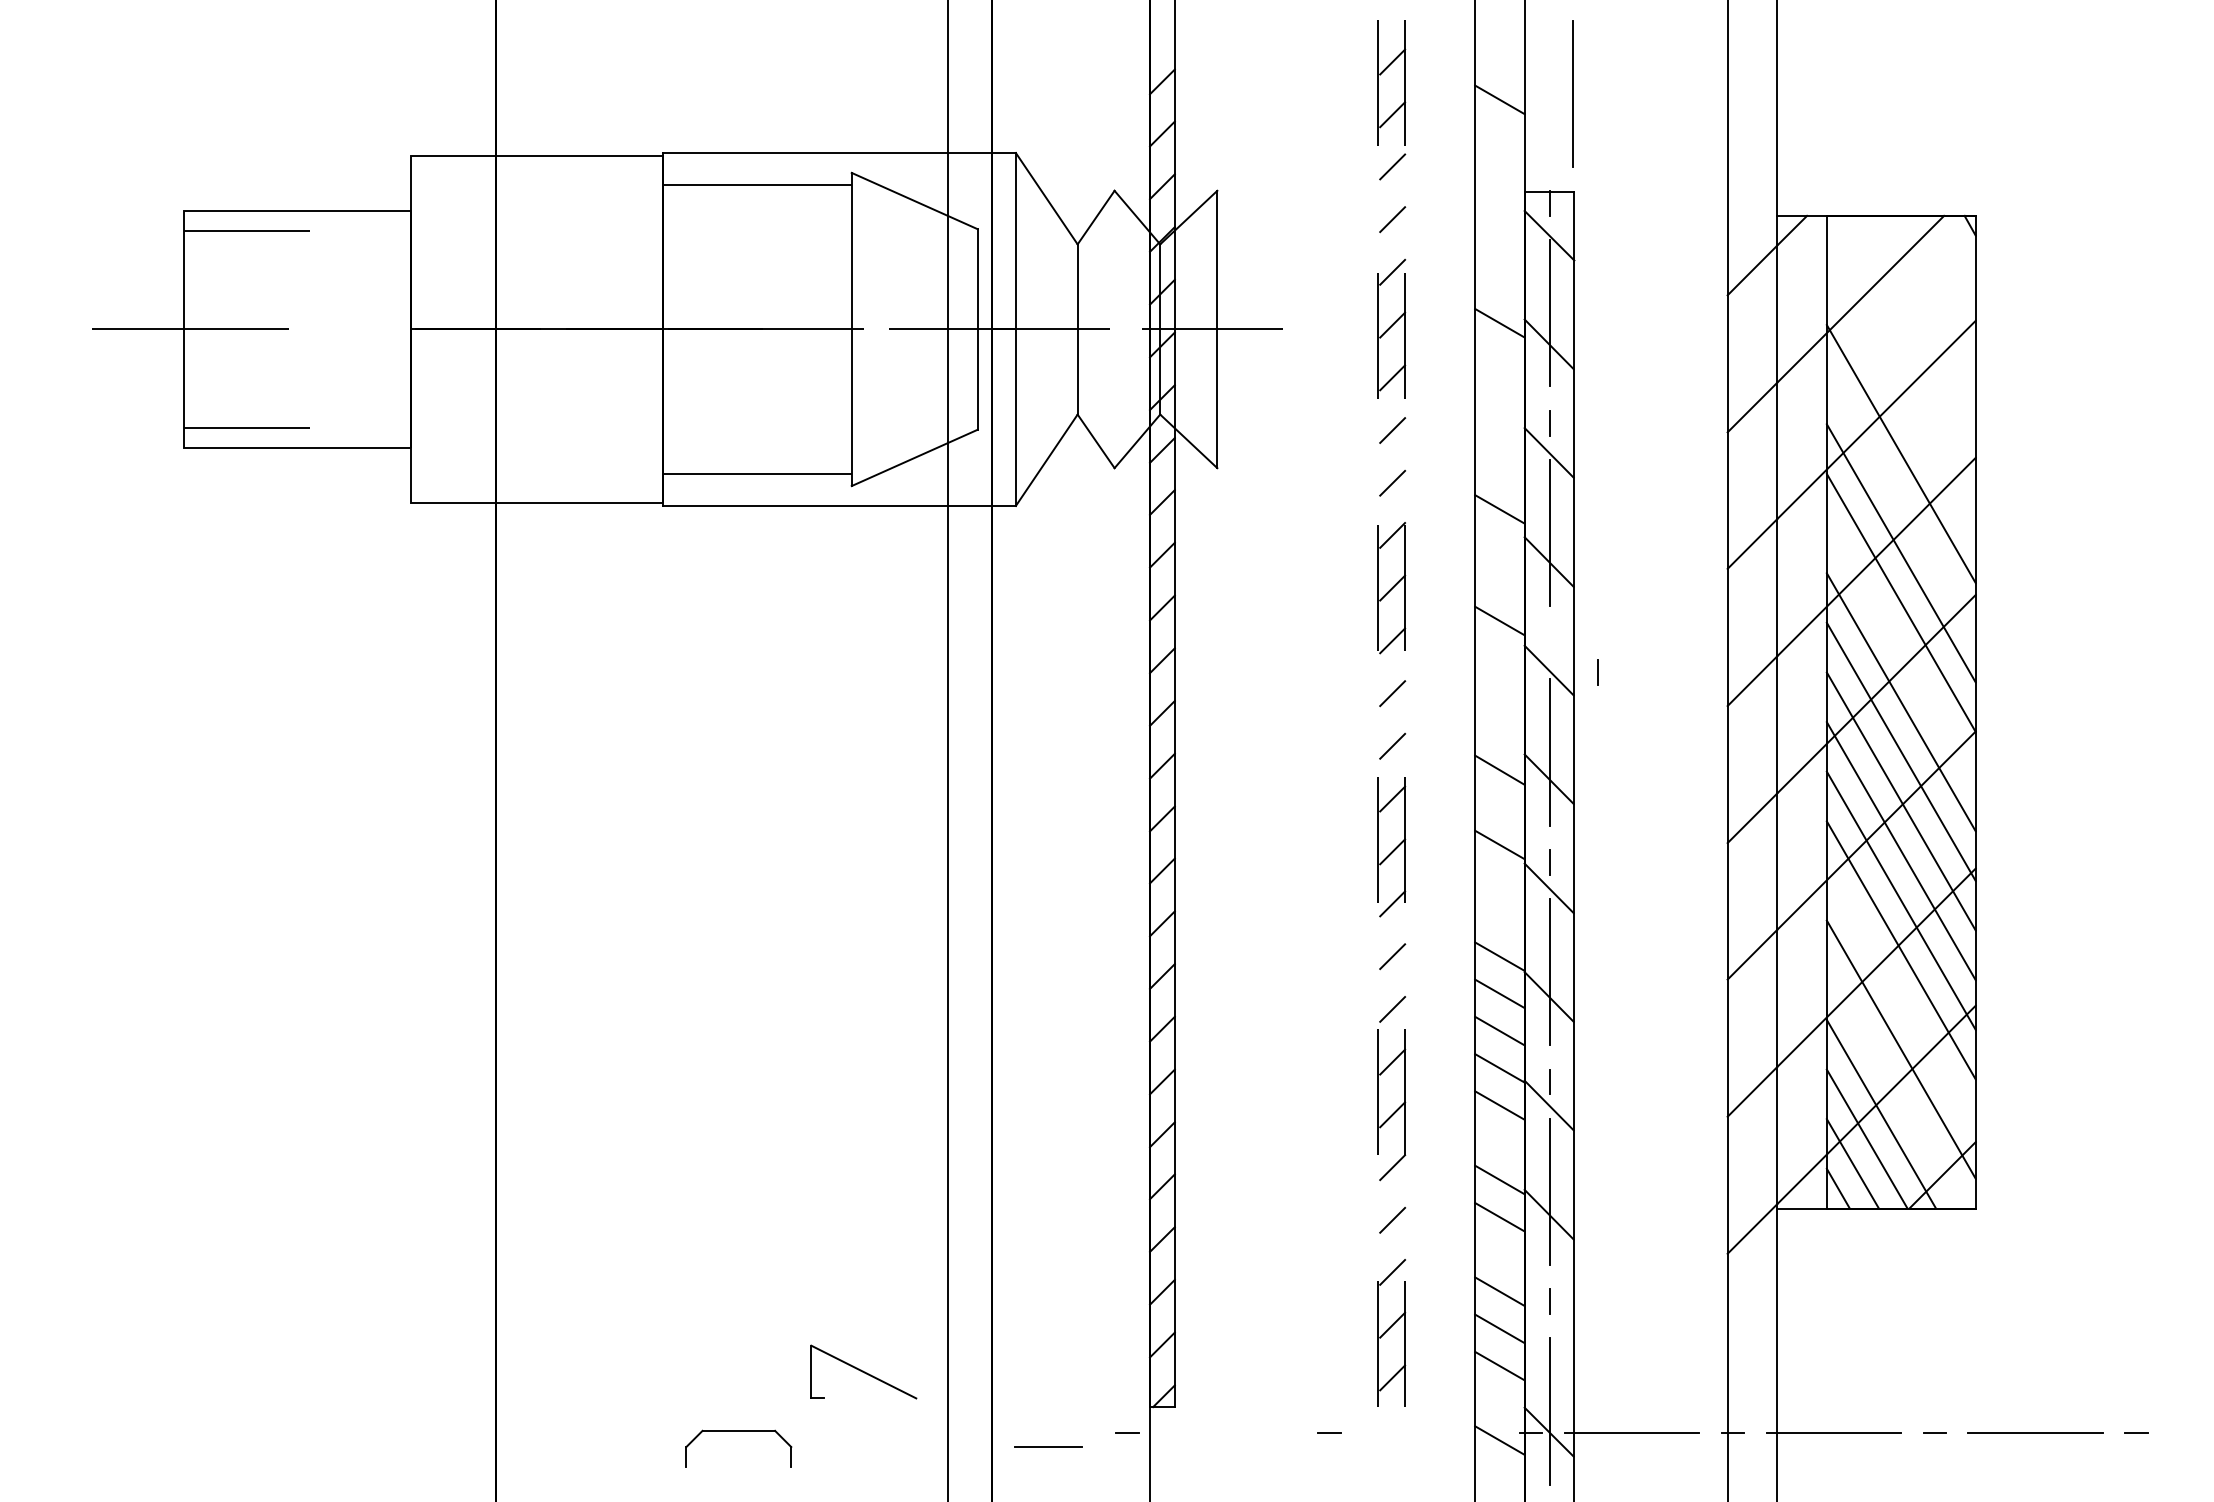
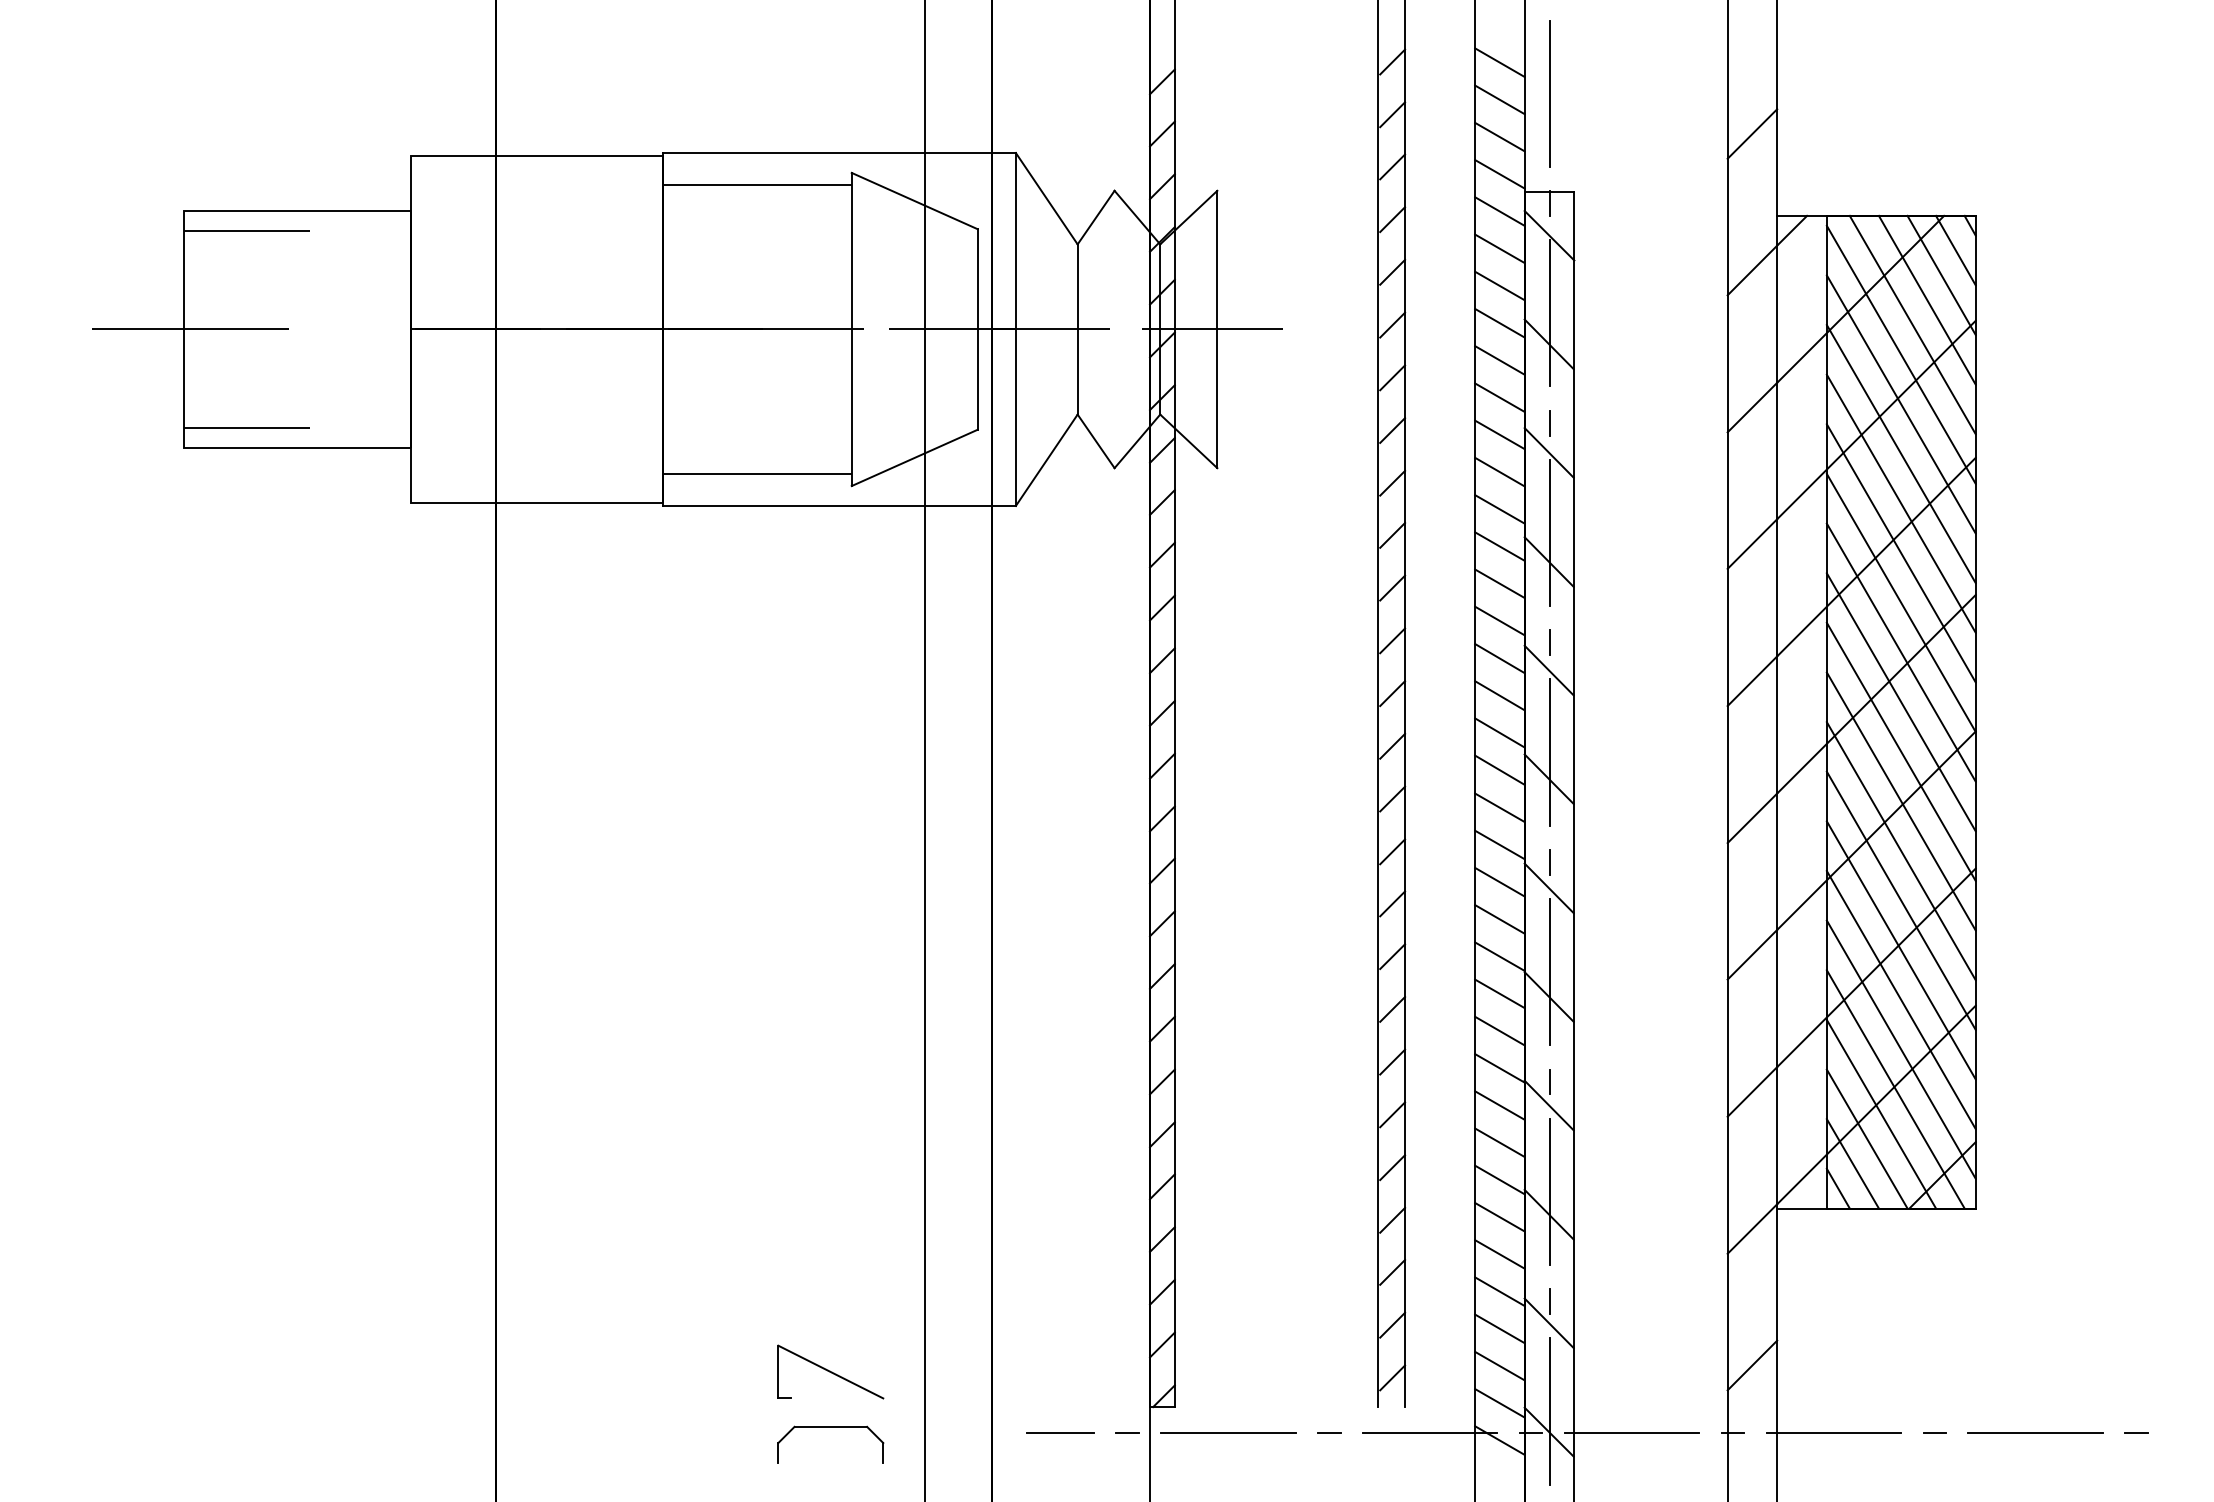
line at (1499, 62): none -> present
line at (1572, 93) position: (1572, 93) -> (1549, 93)
line at (1752, 133): none -> present
line at (1499, 136): none -> present
line at (1499, 174): none -> present
line at (1499, 211): none -> present
line at (1499, 248): none -> present
line at (1955, 250): none -> present
line at (1941, 275): none -> present
line at (1499, 285): none -> present
line at (1926, 299): none -> present
line at (1912, 324): none -> present
line at (1900, 354): none -> present
line at (1499, 360): none -> present
line at (1499, 397): none -> present
line at (1900, 404): none -> present
line at (1499, 434): none -> present
line at (1499, 471): none -> present
line at (1900, 503): none -> present
line at (1499, 546): none -> present
line at (1499, 583): none -> present
line at (1900, 652): none -> present
line at (1499, 658): none -> present
line at (1597, 672) position: (1597, 672) -> (1549, 642)
line at (1499, 695): none -> present
line at (1377, 703): dashed -> solid
line at (1405, 703): dashed -> solid
line at (1499, 732): none -> present
line at (948, 750) position: (948, 750) -> (925, 750)
line at (1499, 807): none -> present
line at (1499, 881): none -> present
line at (1499, 919): none -> present
line at (1900, 1000): none -> present
line at (1895, 1089): none -> present
line at (1499, 1142): none -> present
line at (1499, 1254): none -> present
line at (1548, 1323): none -> present
line at (1752, 1365): none -> present
part at (863, 1371) position: (863, 1371) -> (830, 1371)
line at (1499, 1403): none -> present
part at (738, 1431) position: (738, 1431) -> (830, 1427)
line at (1228, 1432): none -> present
line at (1429, 1432): none -> present
line at (1048, 1446) position: (1048, 1446) -> (1060, 1432)
